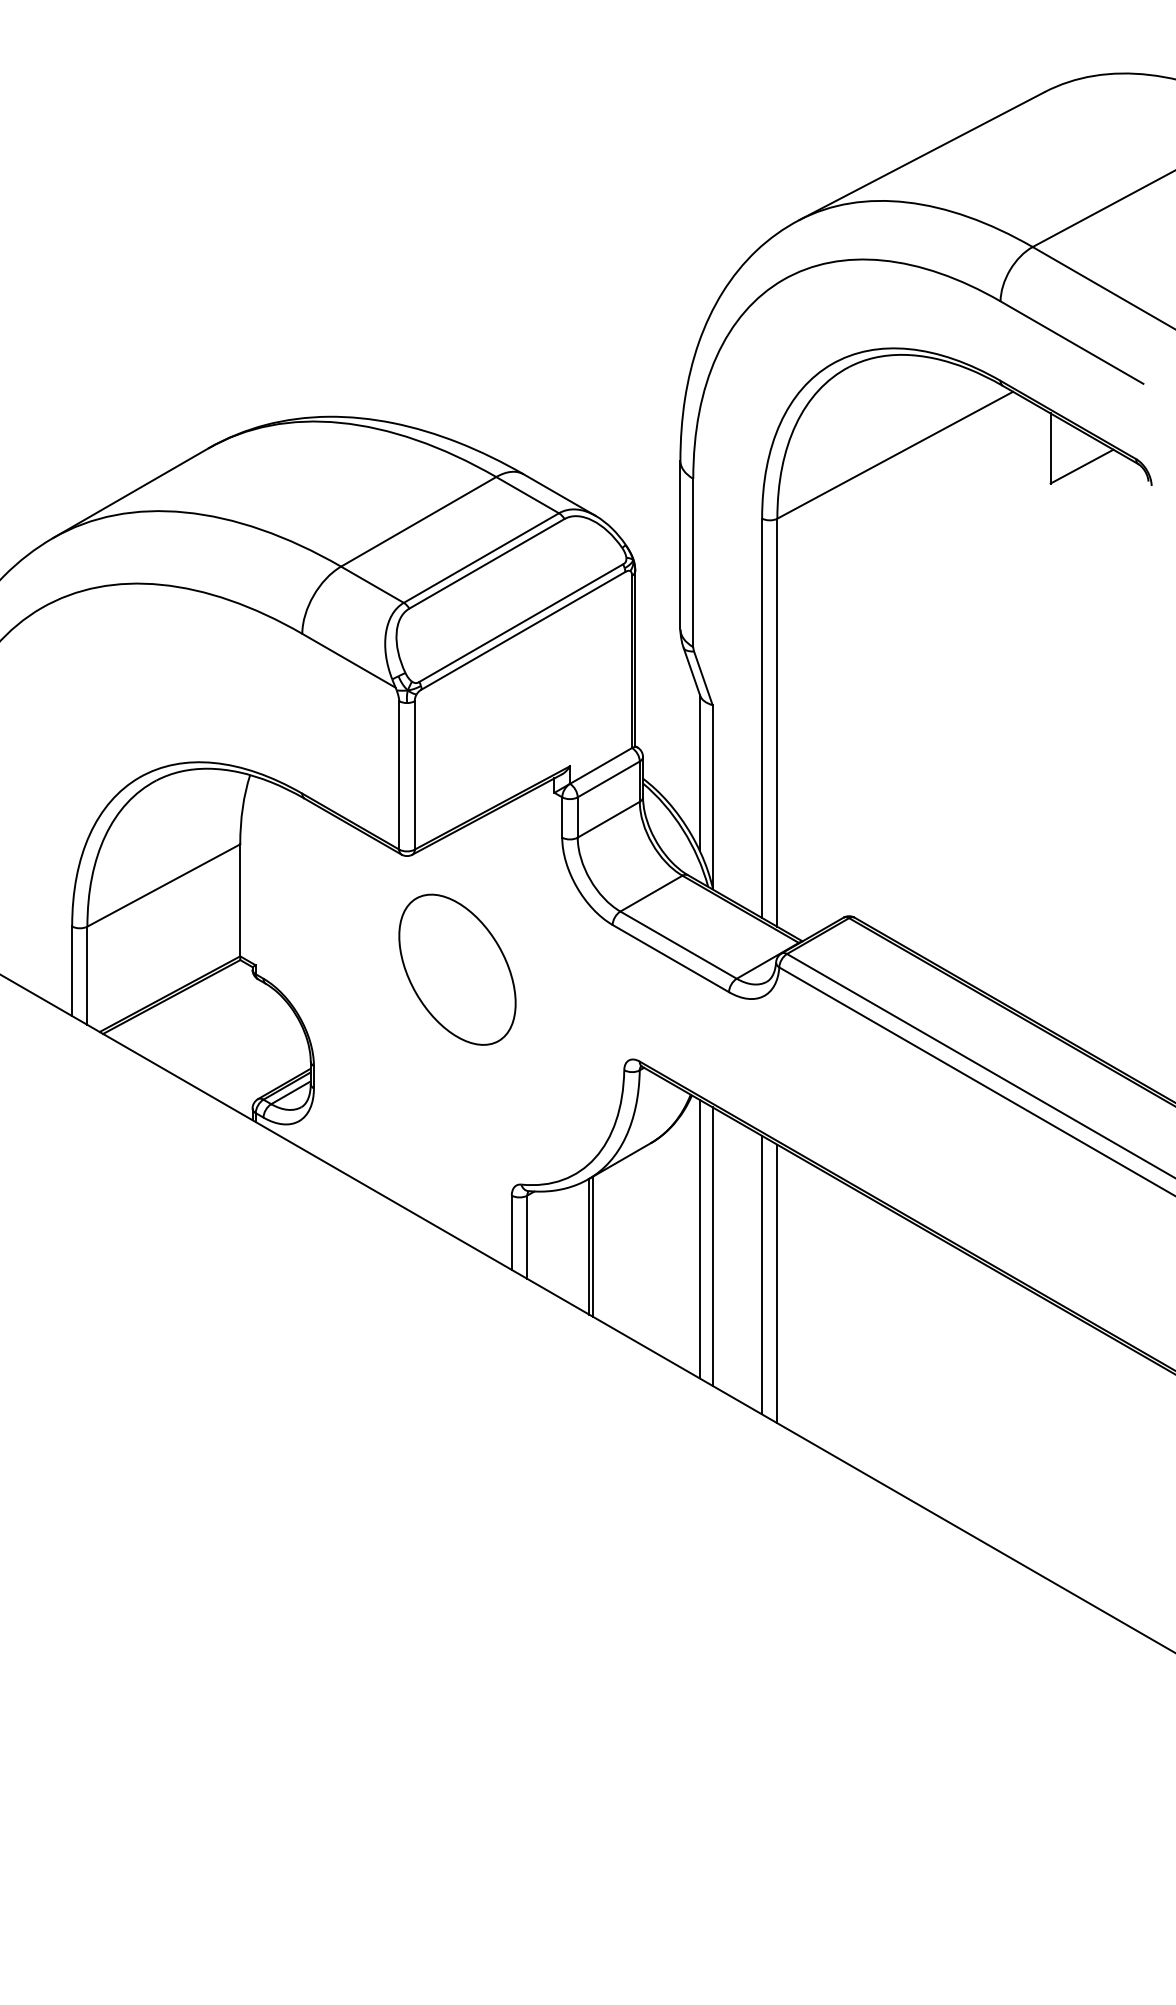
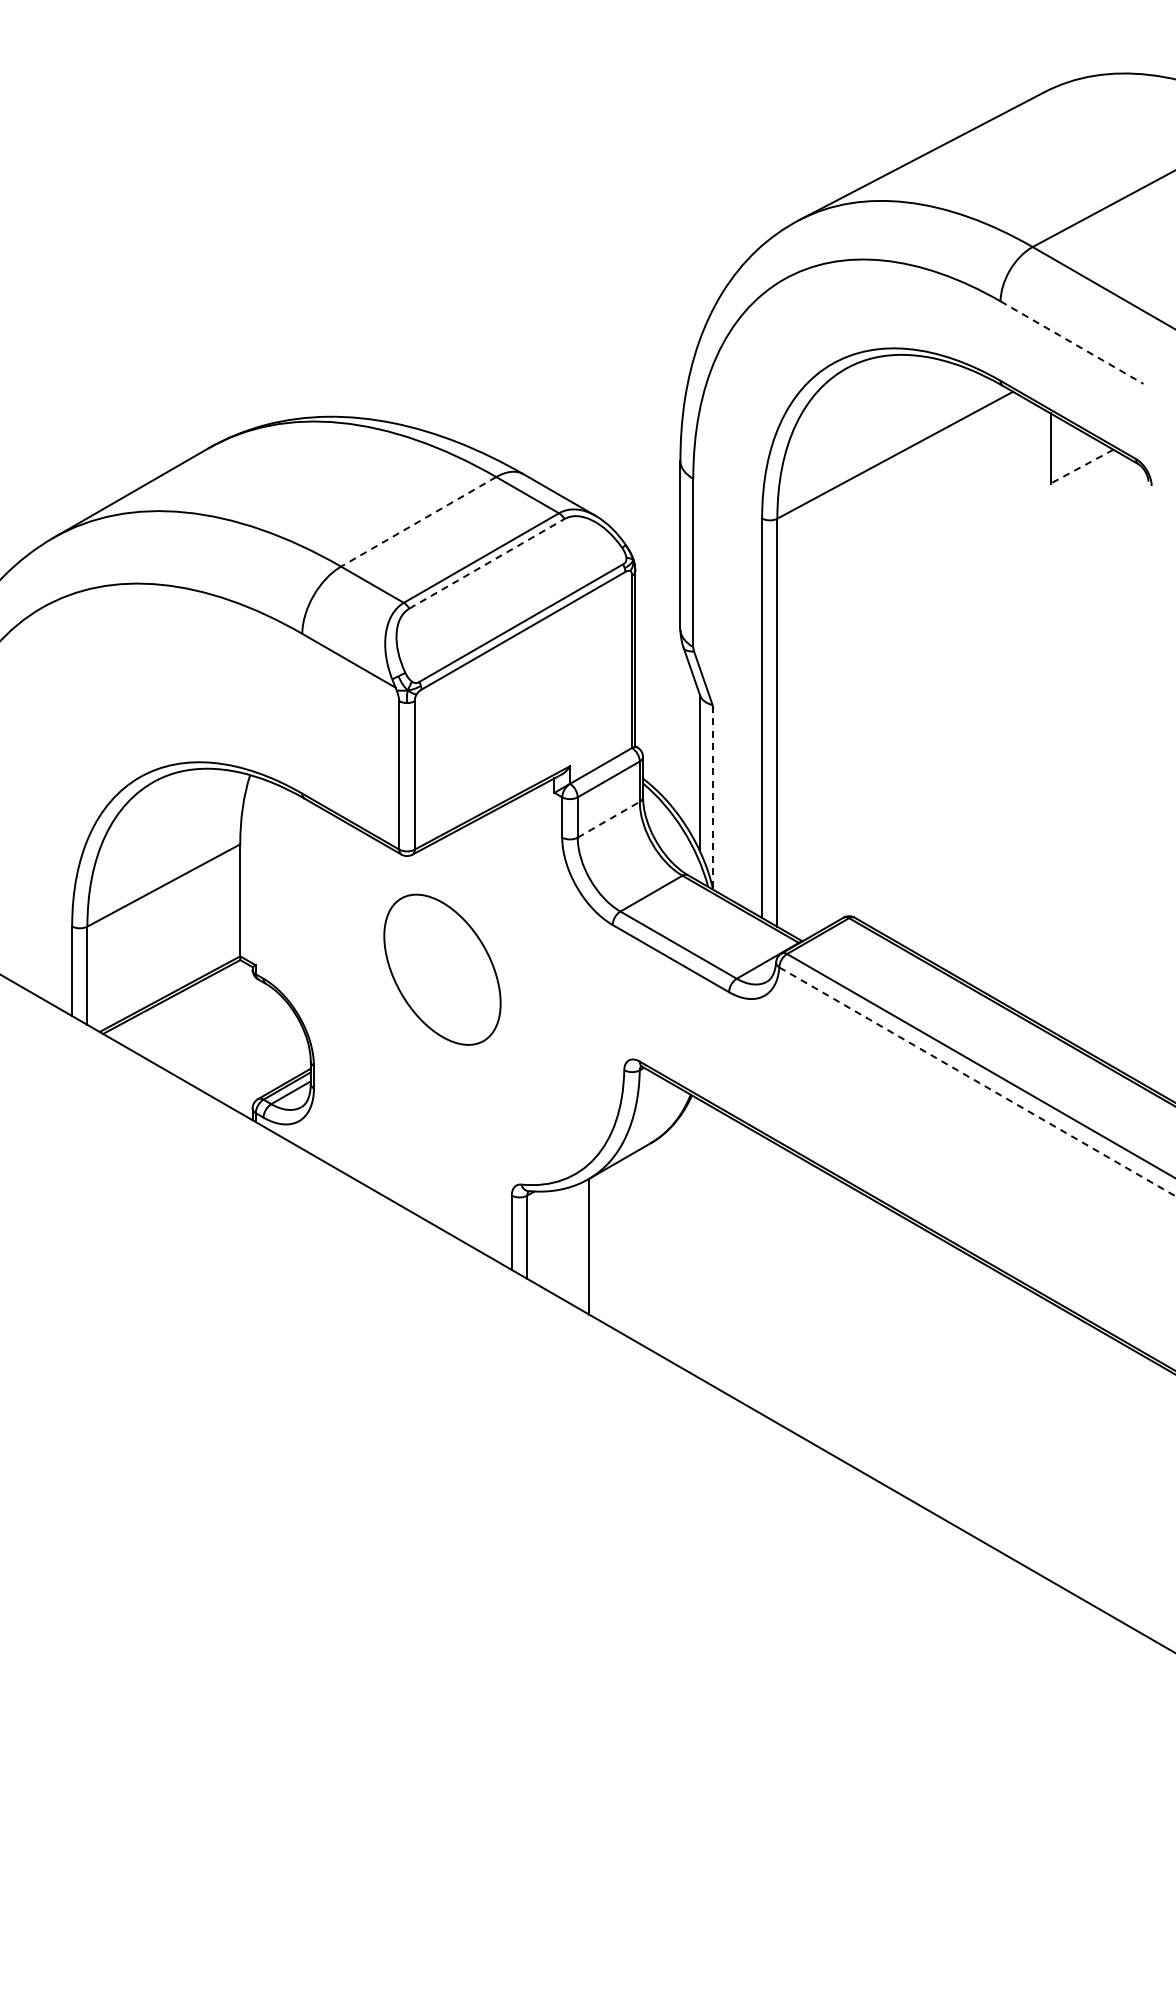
line at (1072, 342): solid -> dashed
line at (1082, 466): solid -> dashed
line at (418, 521): solid -> dashed
line at (486, 563): solid -> dashed
line at (712, 795): solid -> dashed
line at (608, 819): solid -> dashed
part at (457, 969) position: (457, 969) -> (442, 969)
line at (977, 1081): solid -> dashed
line at (699, 1238): present -> none
line at (592, 1246): present -> none
line at (712, 1246): present -> none
line at (762, 1274): present -> none
line at (777, 1283): present -> none
